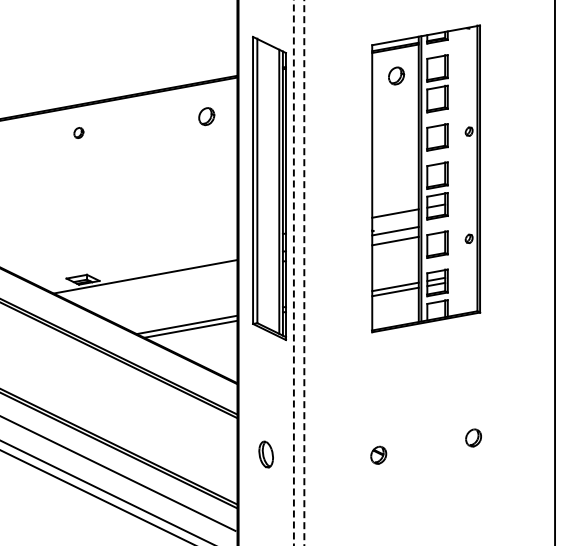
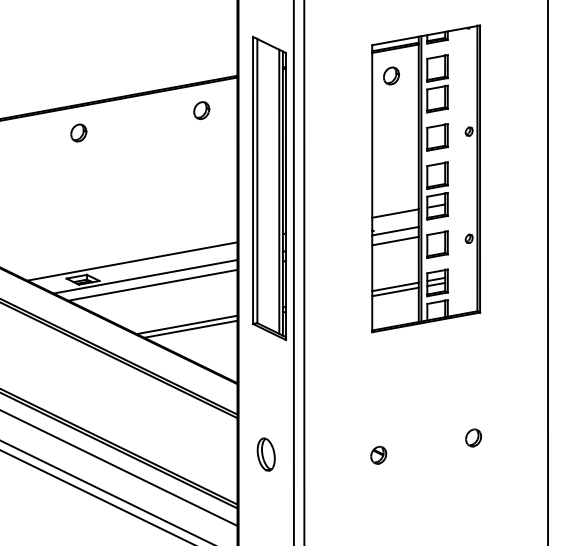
part at (396, 75) position: (396, 75) -> (391, 75)
part at (206, 116) position: (206, 116) -> (201, 110)
part at (78, 132) size: 12x12 px -> 18x20 px
line at (132, 261): none -> present
line at (293, 272): dashed -> solid
line at (304, 272): dashed -> solid
line at (554, 272) position: (554, 272) -> (547, 272)
line at (152, 284): none -> present
part at (265, 454) size: 16x29 px -> 20x35 px
line at (118, 473) position: (118, 473) -> (119, 468)
